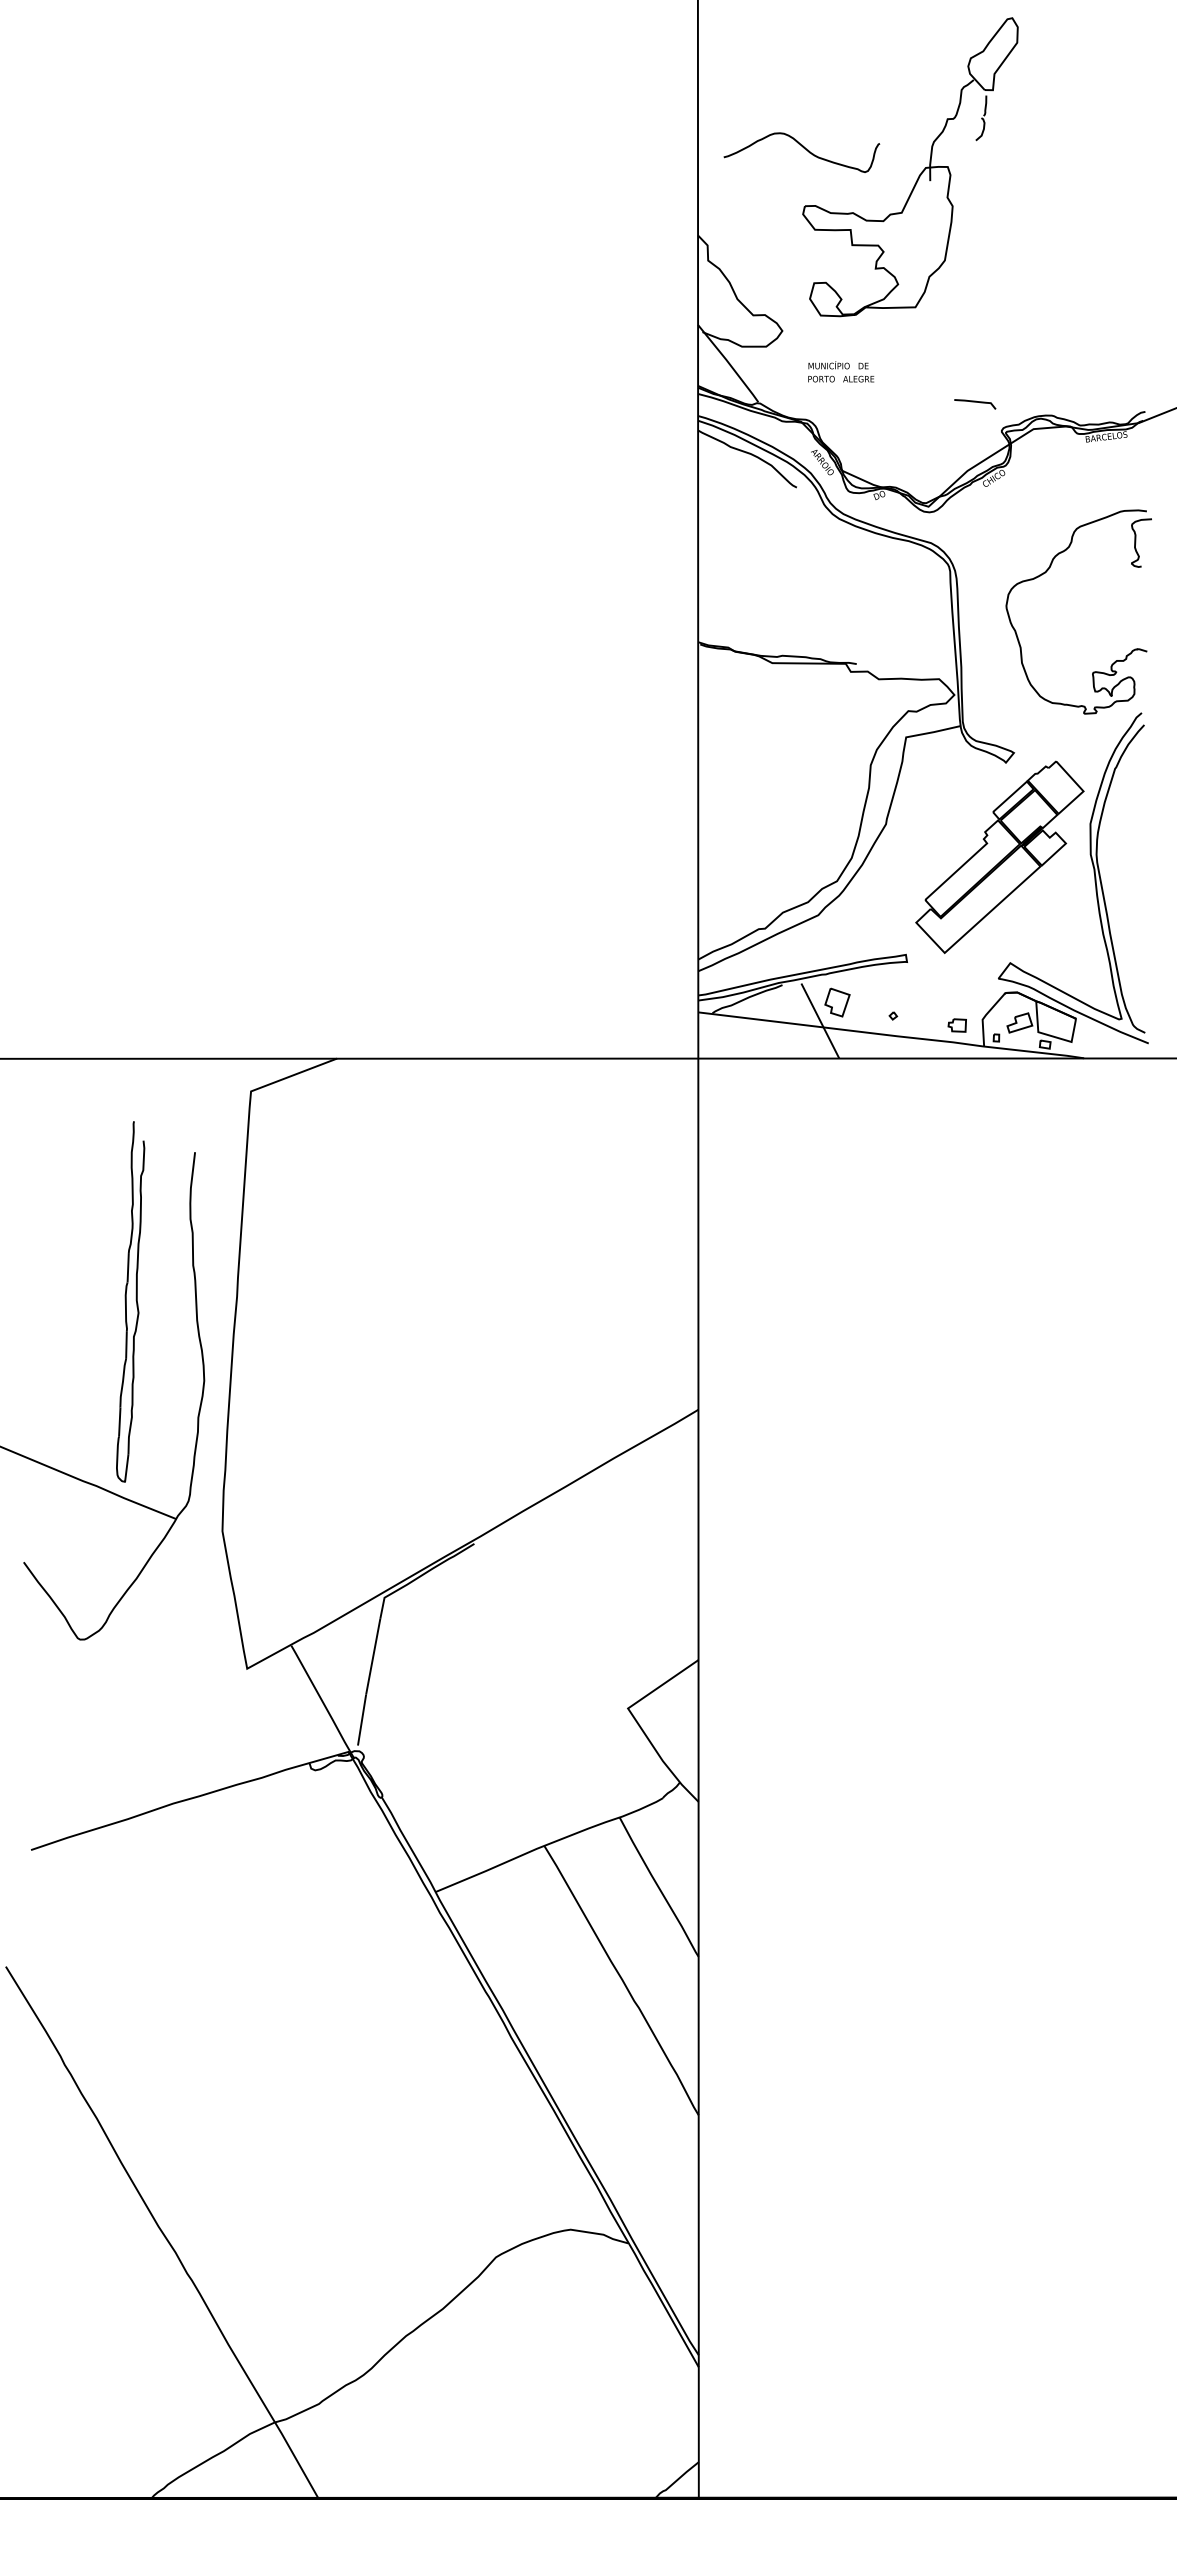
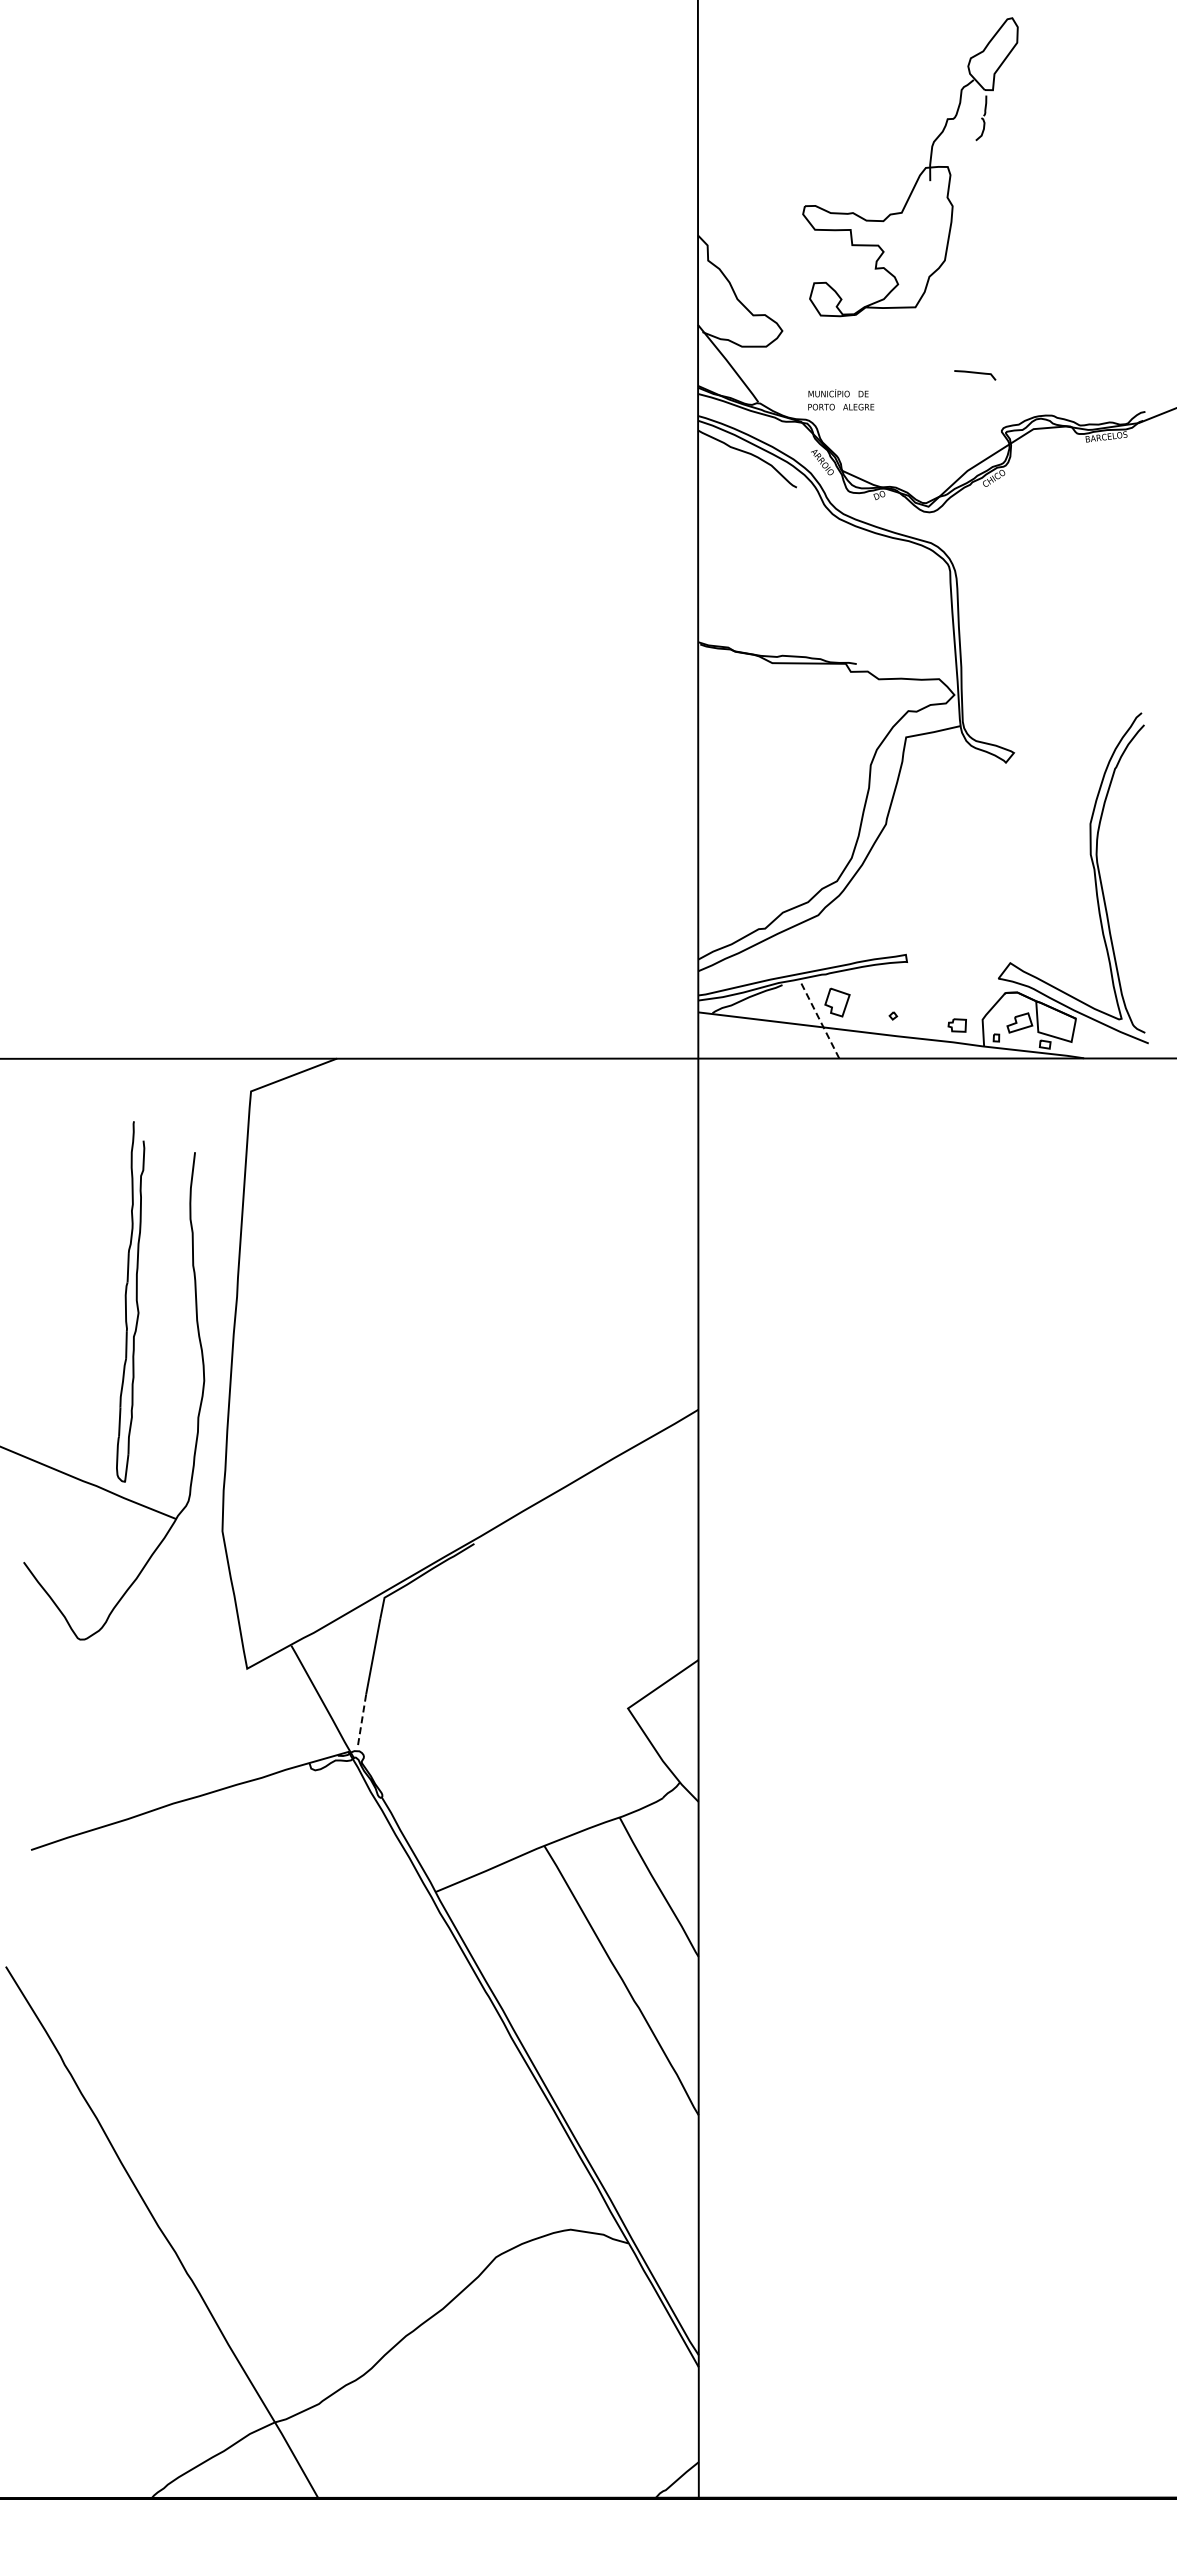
curve at (804, 149): present -> none
text at (841, 371) position: (841, 371) -> (841, 399)
curve at (975, 402) position: (975, 402) -> (975, 373)
part at (1045, 573): present -> none
part at (999, 856): present -> none
line at (820, 1020): solid -> dashed
line at (362, 1720): solid -> dashed
